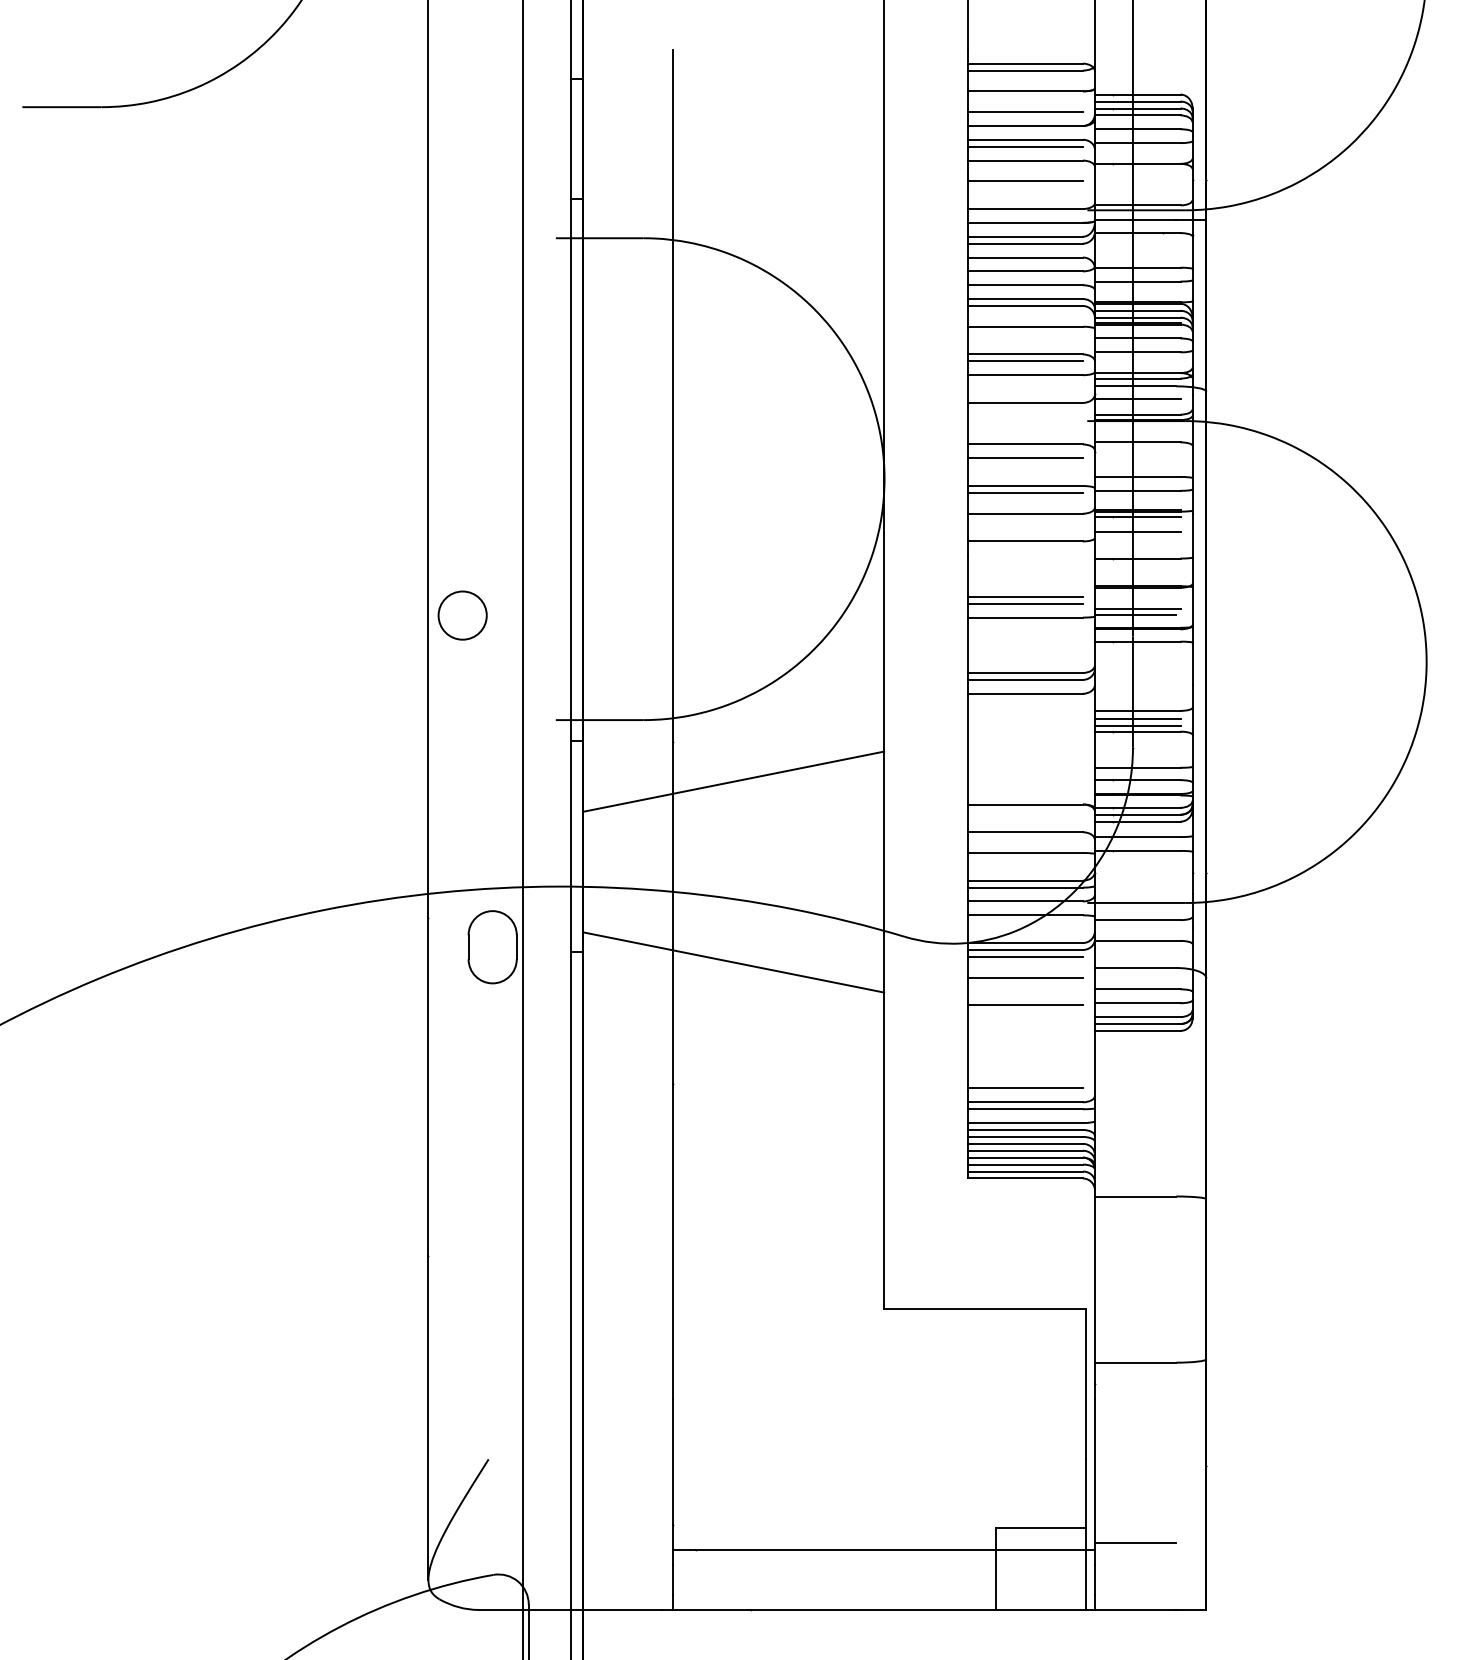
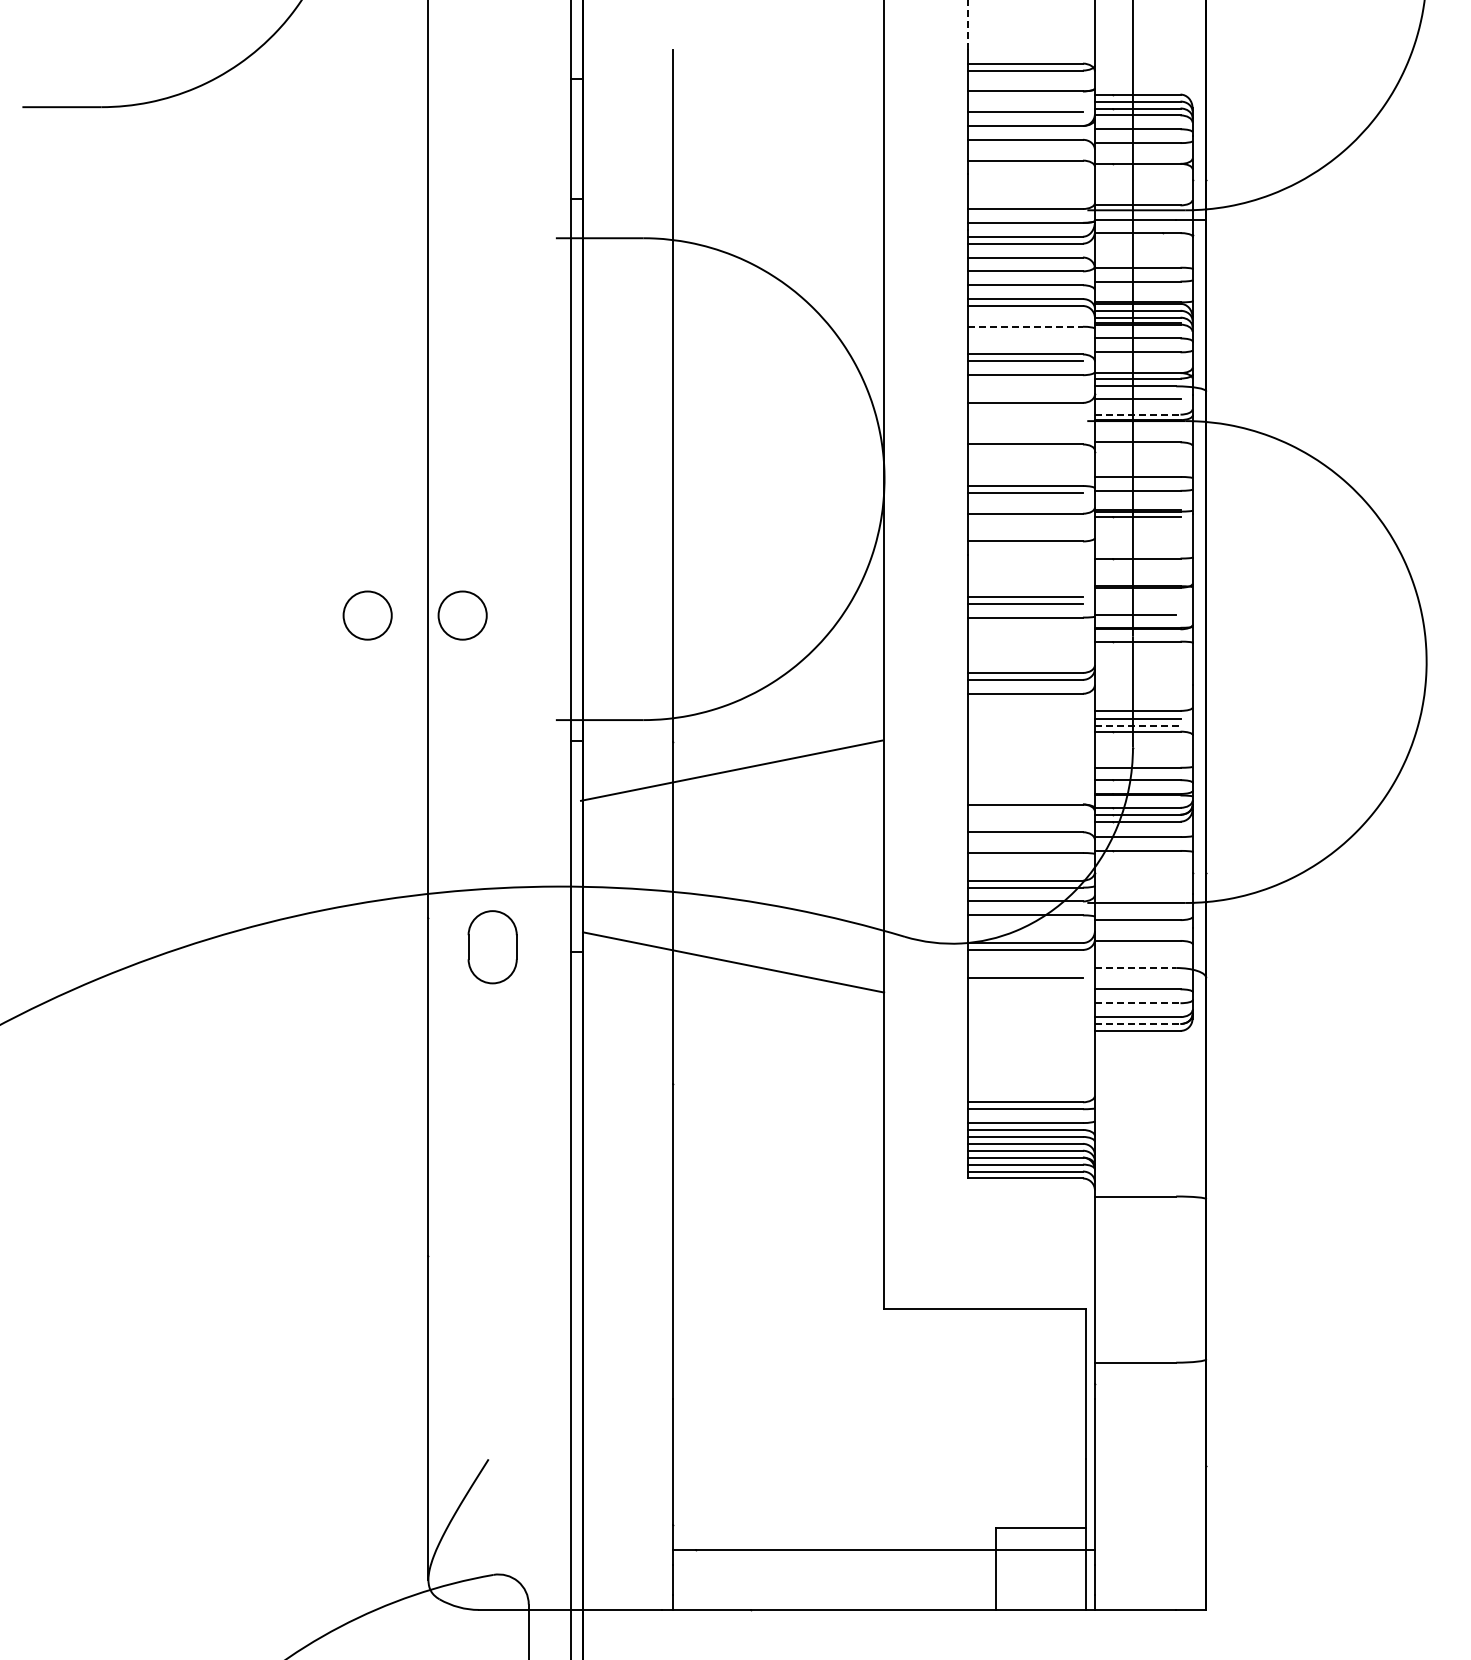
line at (968, 24): solid -> dashed
line at (1025, 146): present -> none
line at (1025, 181): present -> none
line at (1026, 326): solid -> dashed
line at (1137, 414): solid -> dashed
line at (1025, 458): present -> none
line at (1137, 532): present -> none
line at (1137, 608): present -> none
circle at (367, 615): none -> present
line at (1137, 726): solid -> dashed
line at (733, 781) position: (733, 781) -> (731, 770)
line at (522, 829): present -> none
line at (1025, 956): present -> none
line at (1135, 968): solid -> dashed
line at (1137, 1003): solid -> dashed
line at (1025, 1005): present -> none
line at (1137, 1023): solid -> dashed
line at (1025, 1088): present -> none
line at (1135, 1542): present -> none
